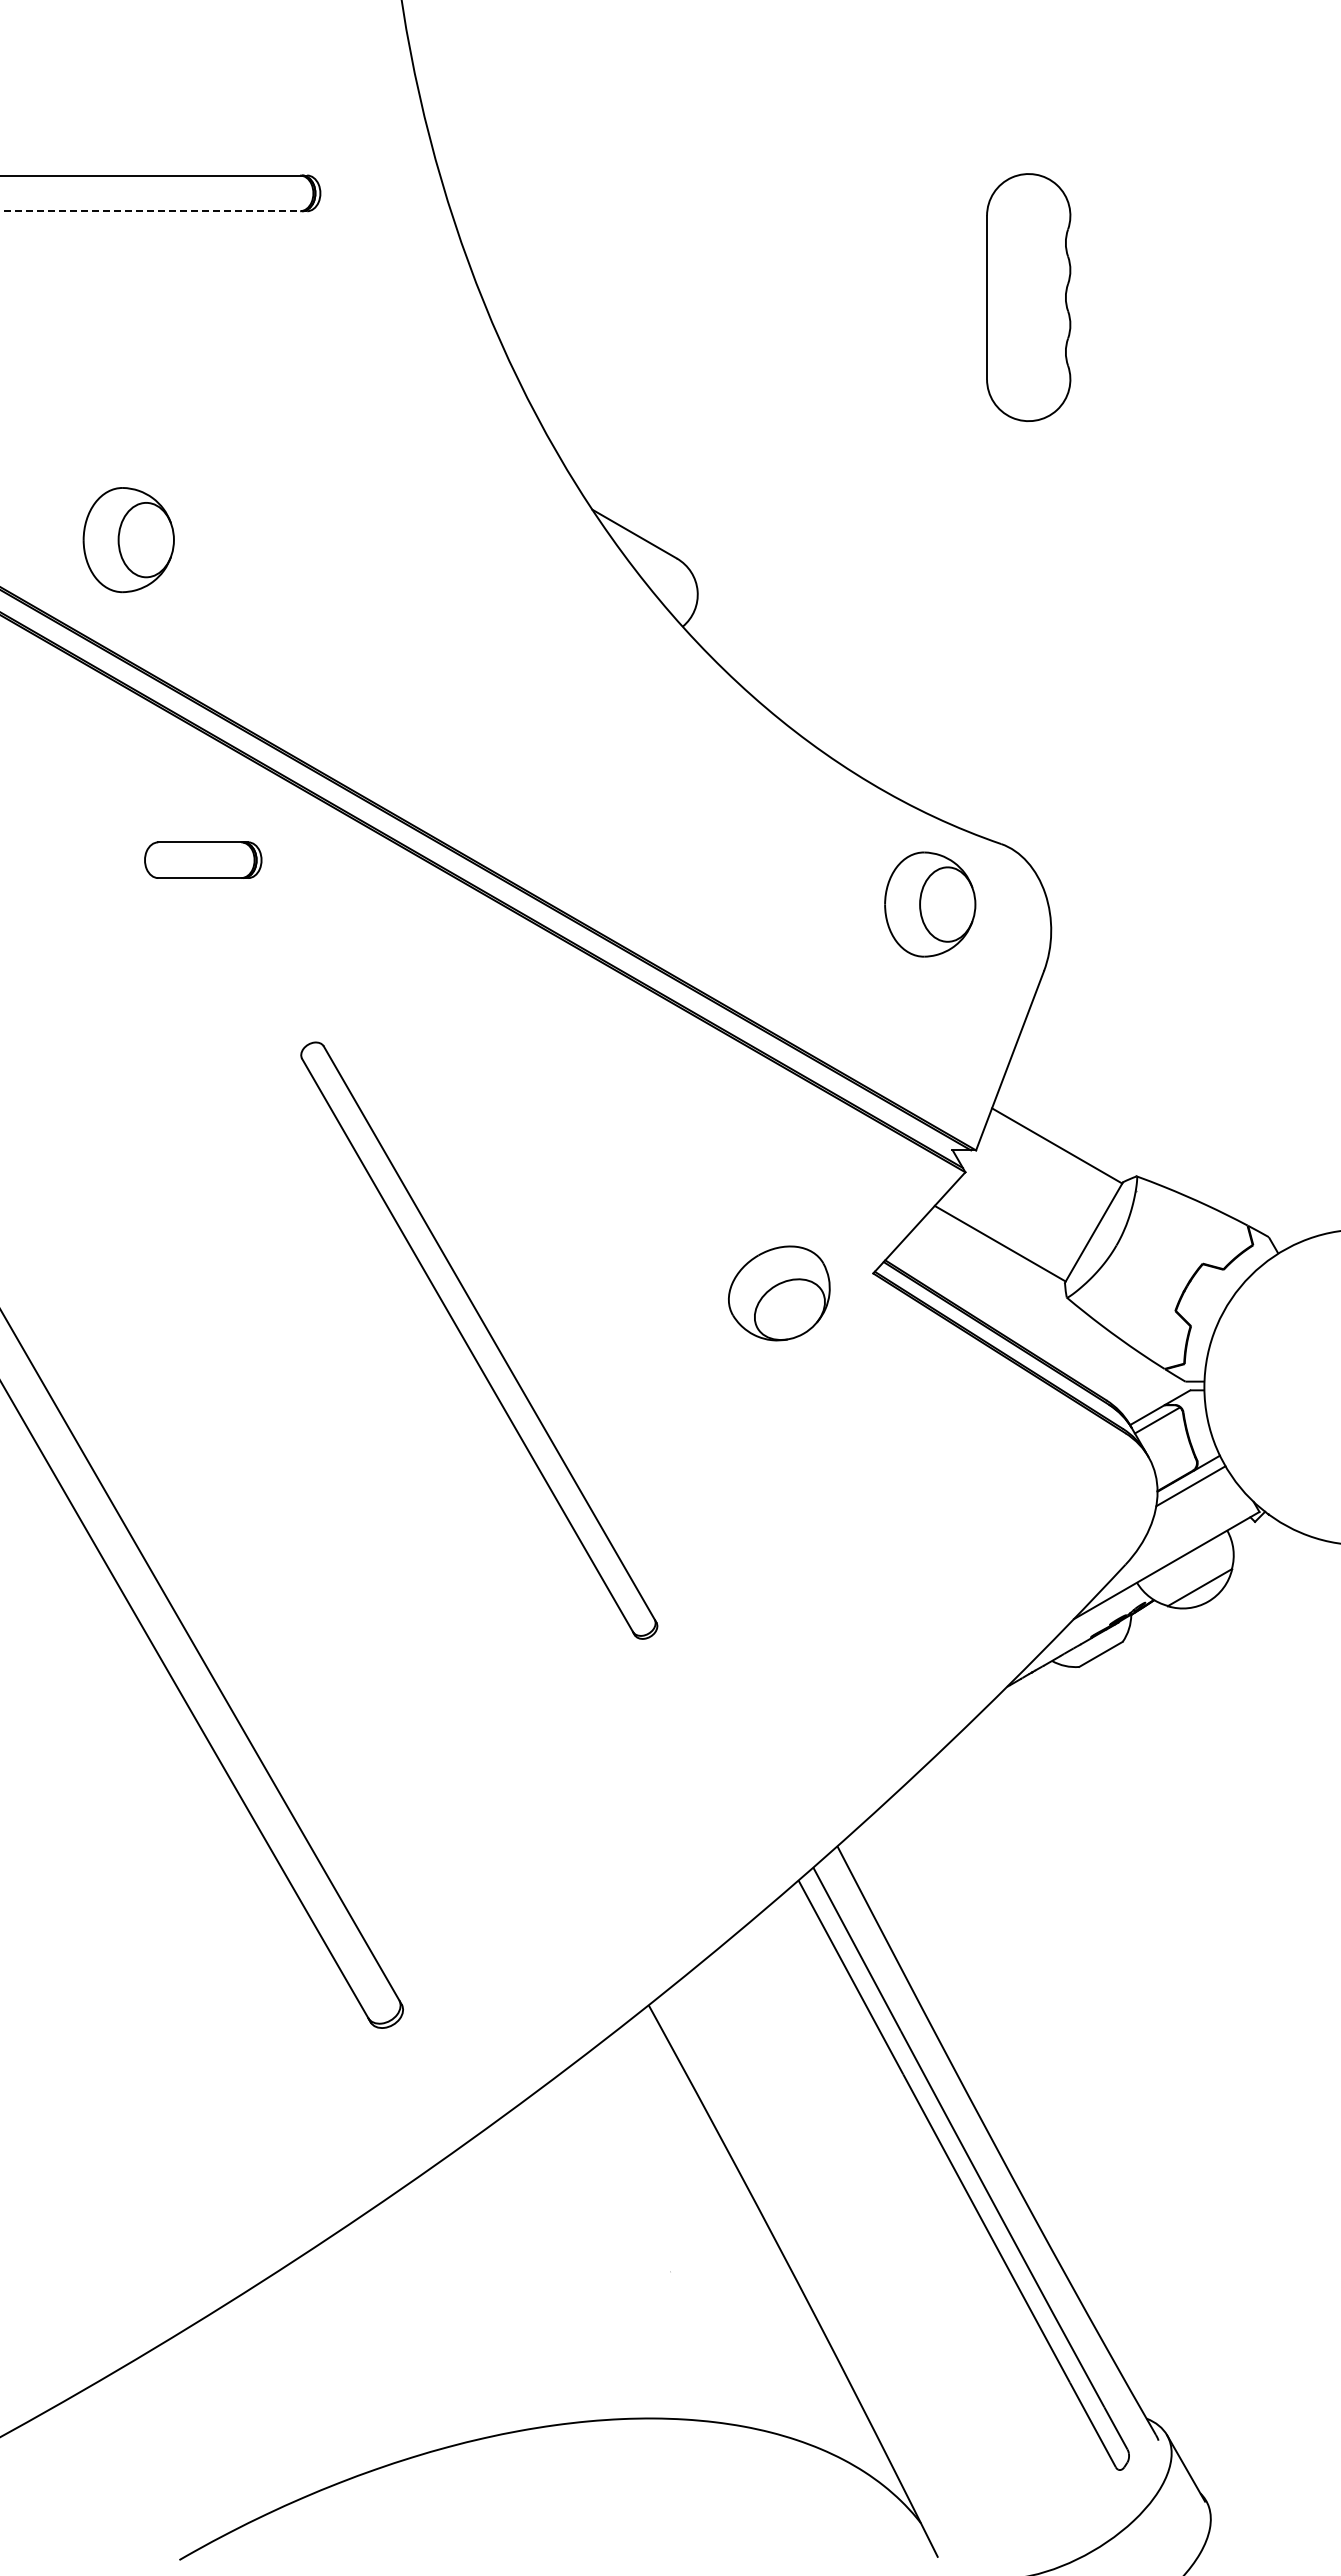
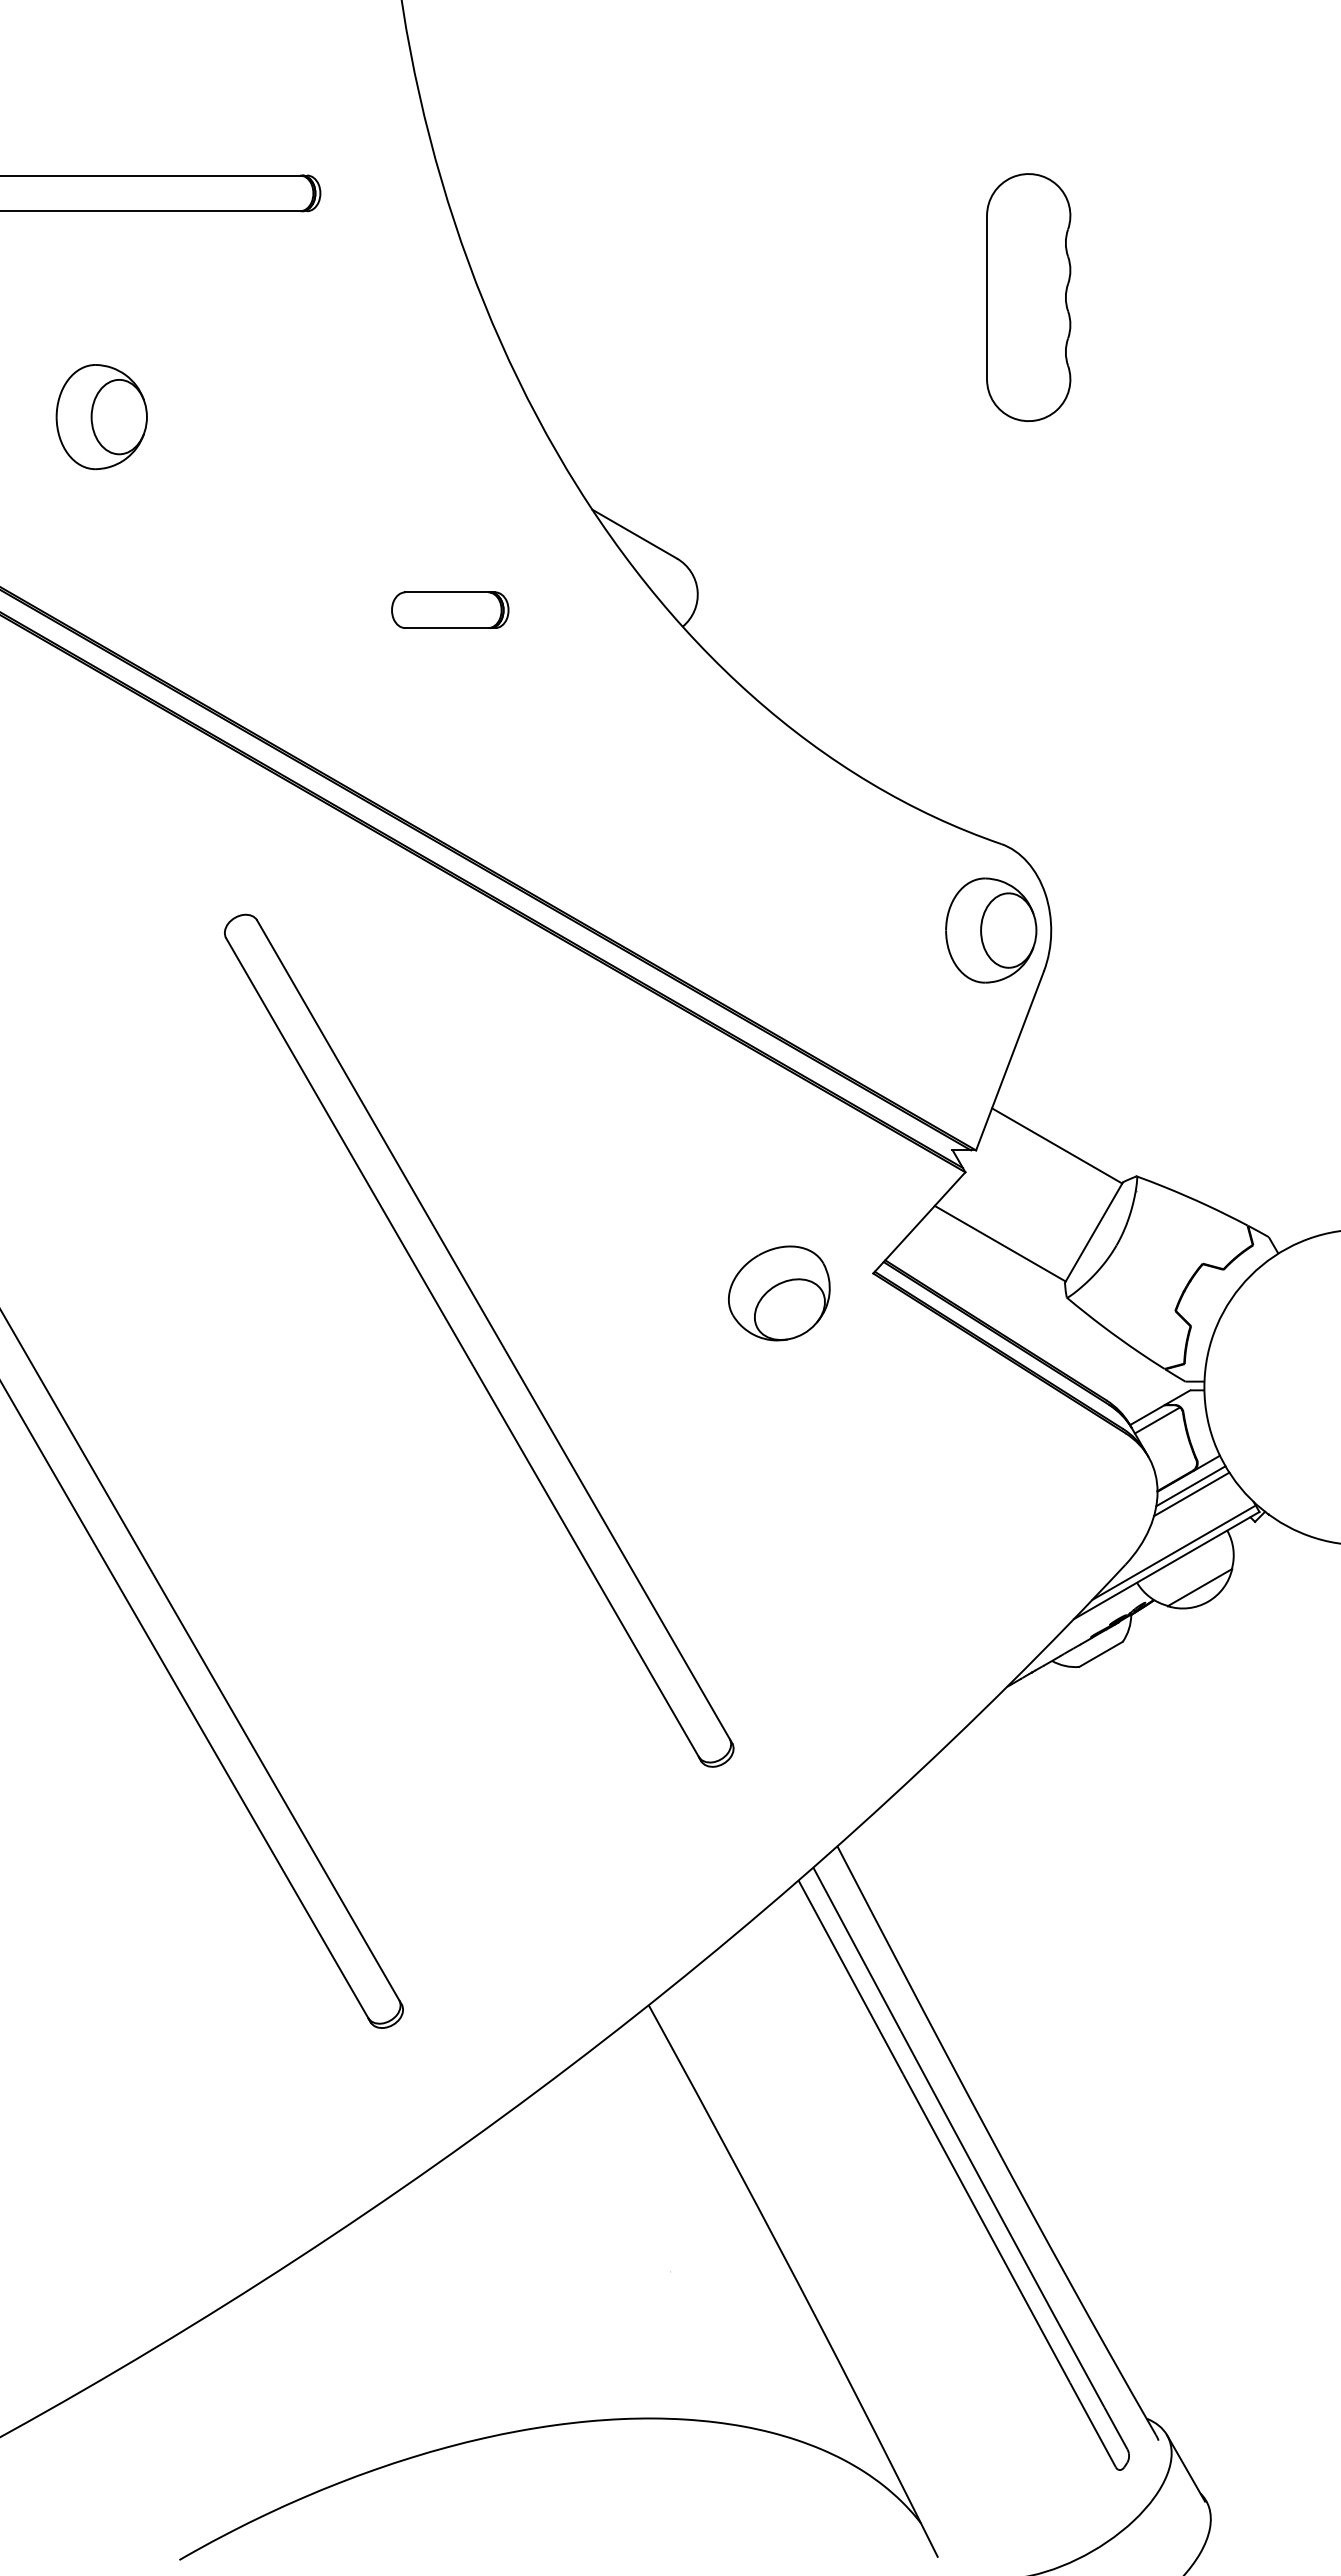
line at (154, 211): dashed -> solid
part at (128, 540) position: (128, 540) -> (101, 417)
part at (203, 859) position: (203, 859) -> (450, 609)
part at (930, 904) position: (930, 904) -> (991, 930)
part at (479, 1340) size: 359x599 px -> 511x855 px
line at (1191, 1494): none -> present
line at (1173, 1552): none -> present
